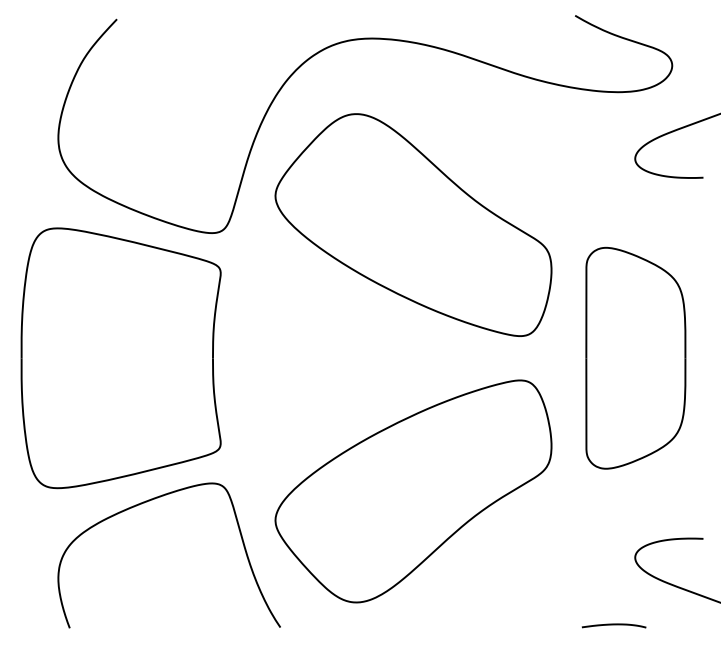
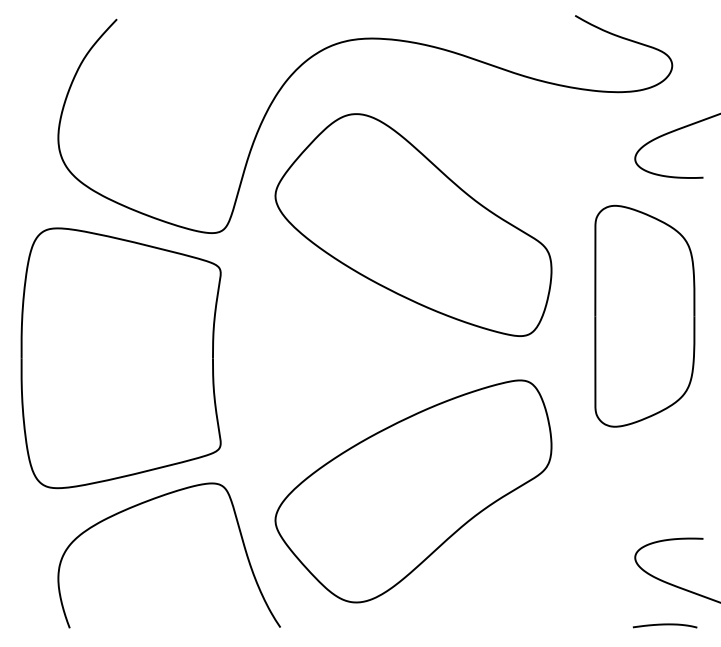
part at (635, 357) position: (635, 357) -> (644, 315)
curve at (613, 625) position: (613, 625) -> (664, 625)
